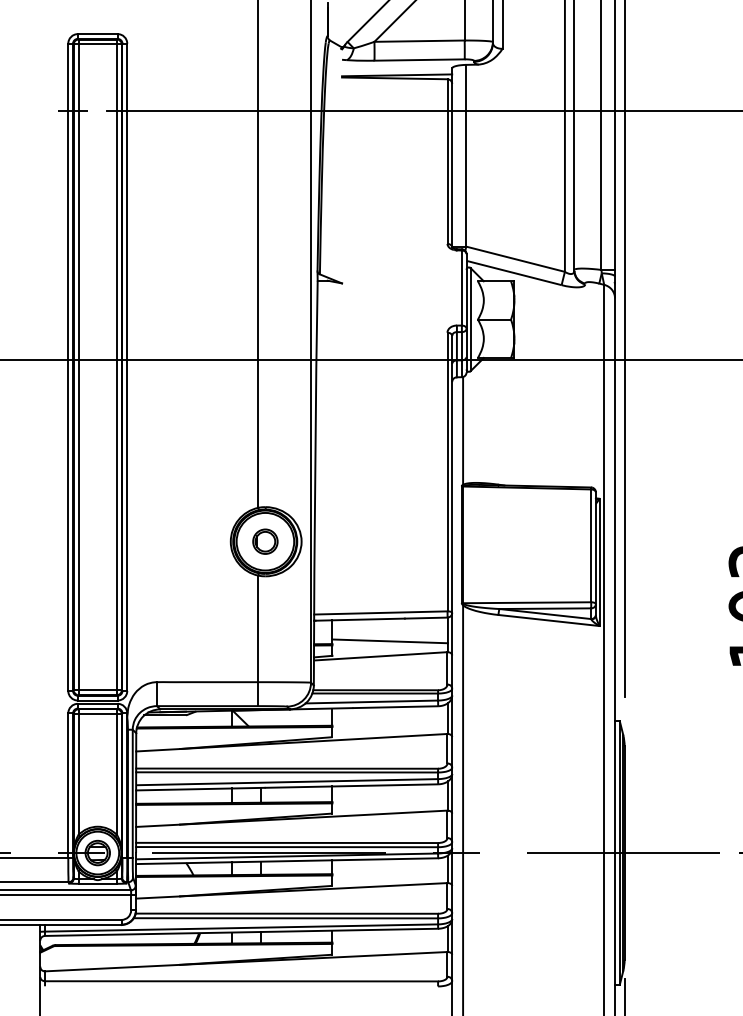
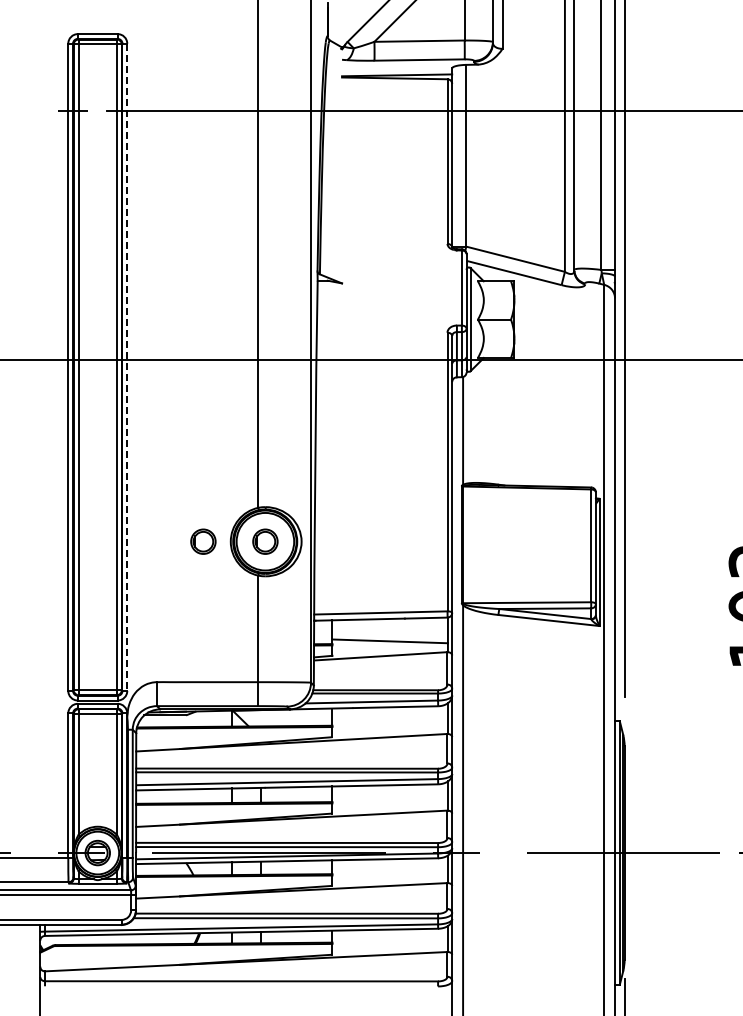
line at (127, 367): solid -> dashed
part at (203, 541): none -> present
